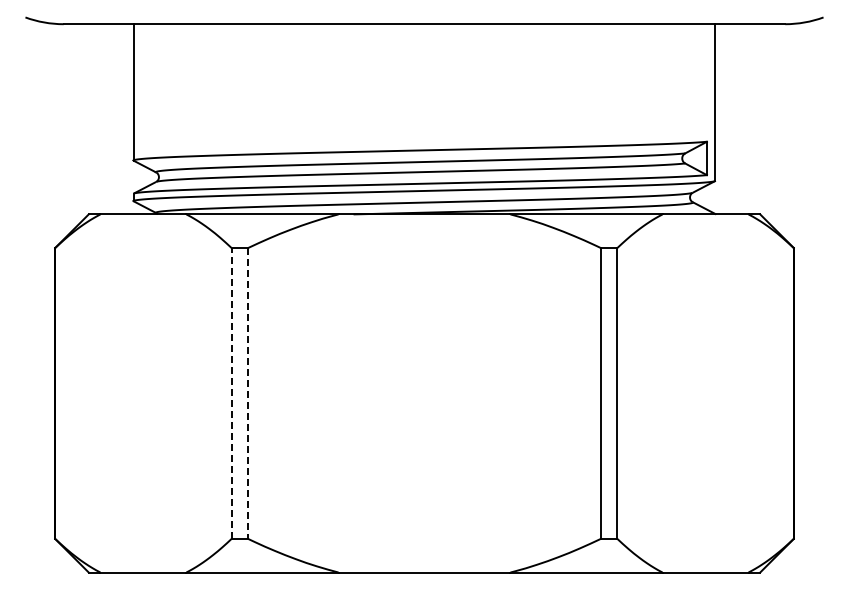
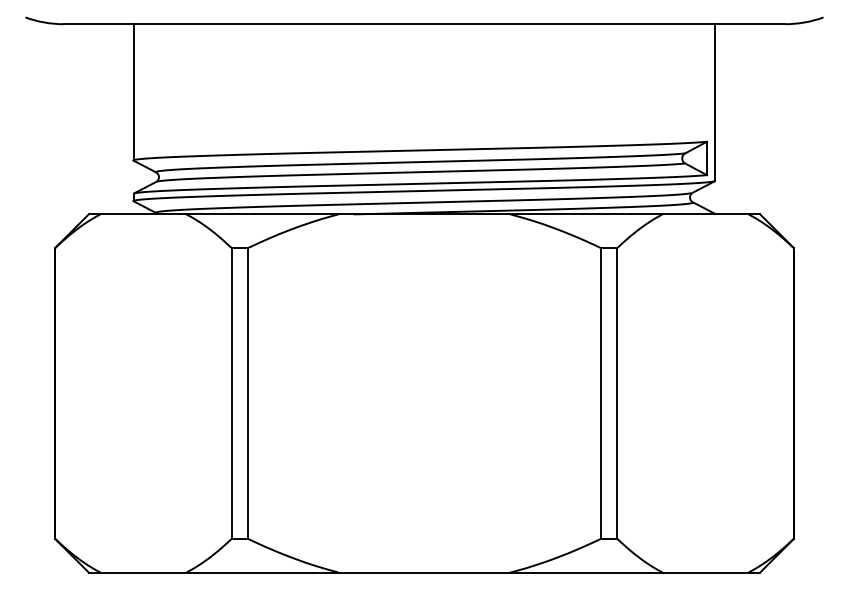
line at (231, 392): dashed -> solid
line at (248, 393): dashed -> solid
